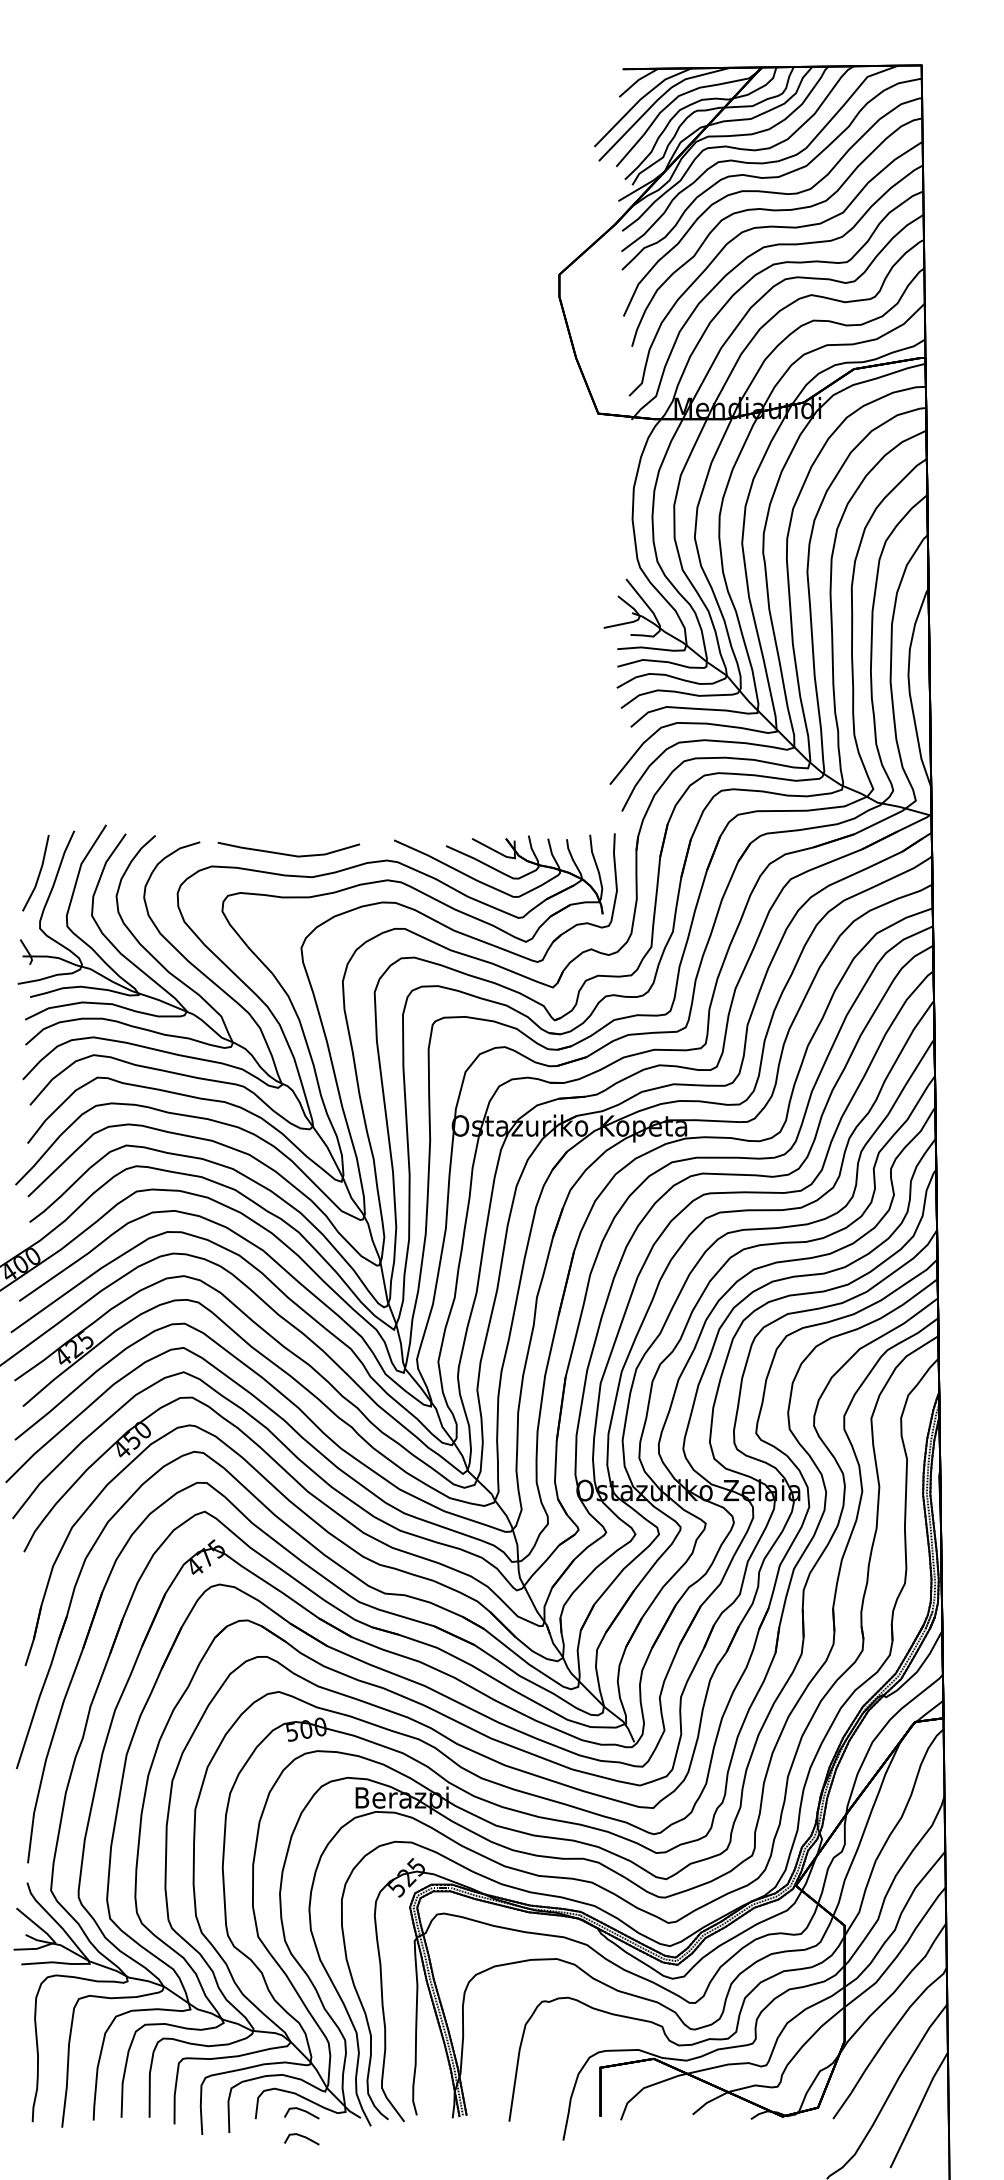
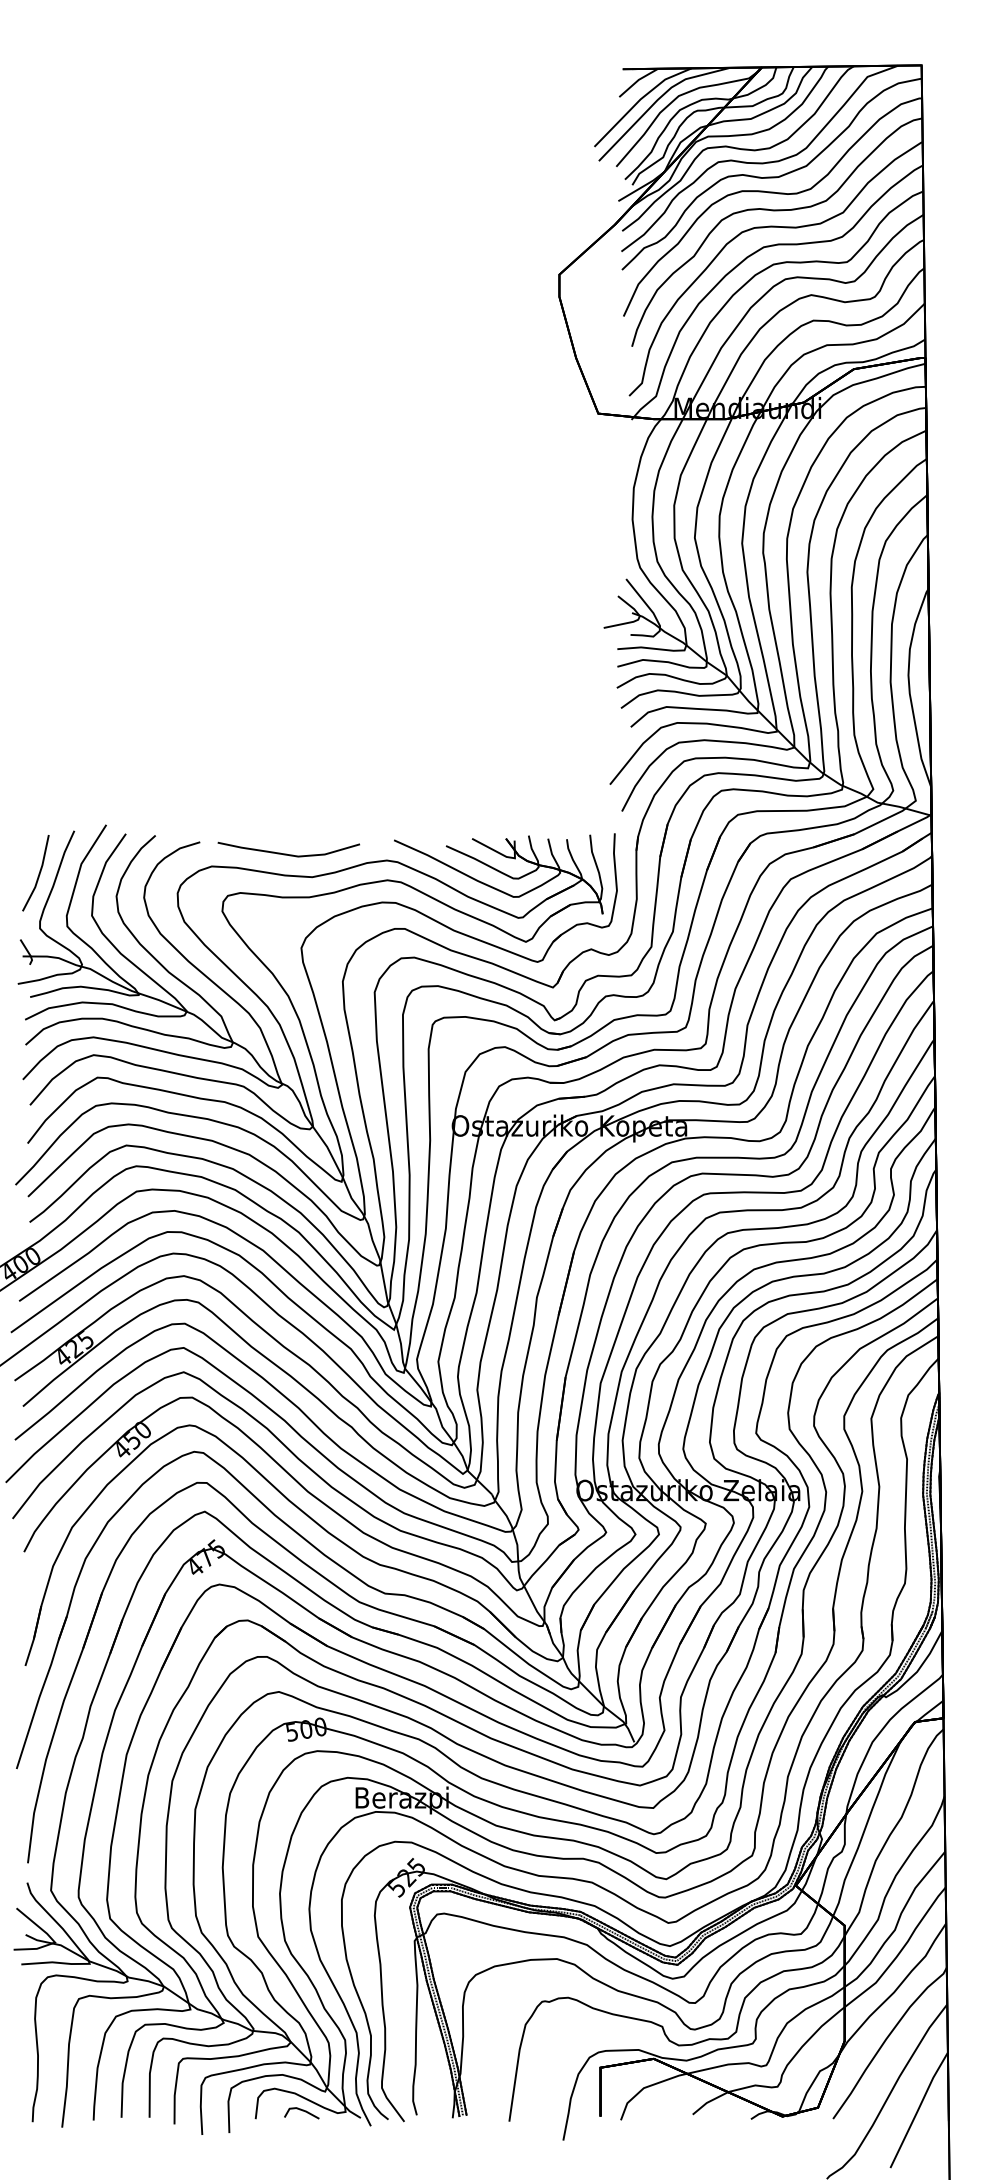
line at (302, 2137): present -> none
